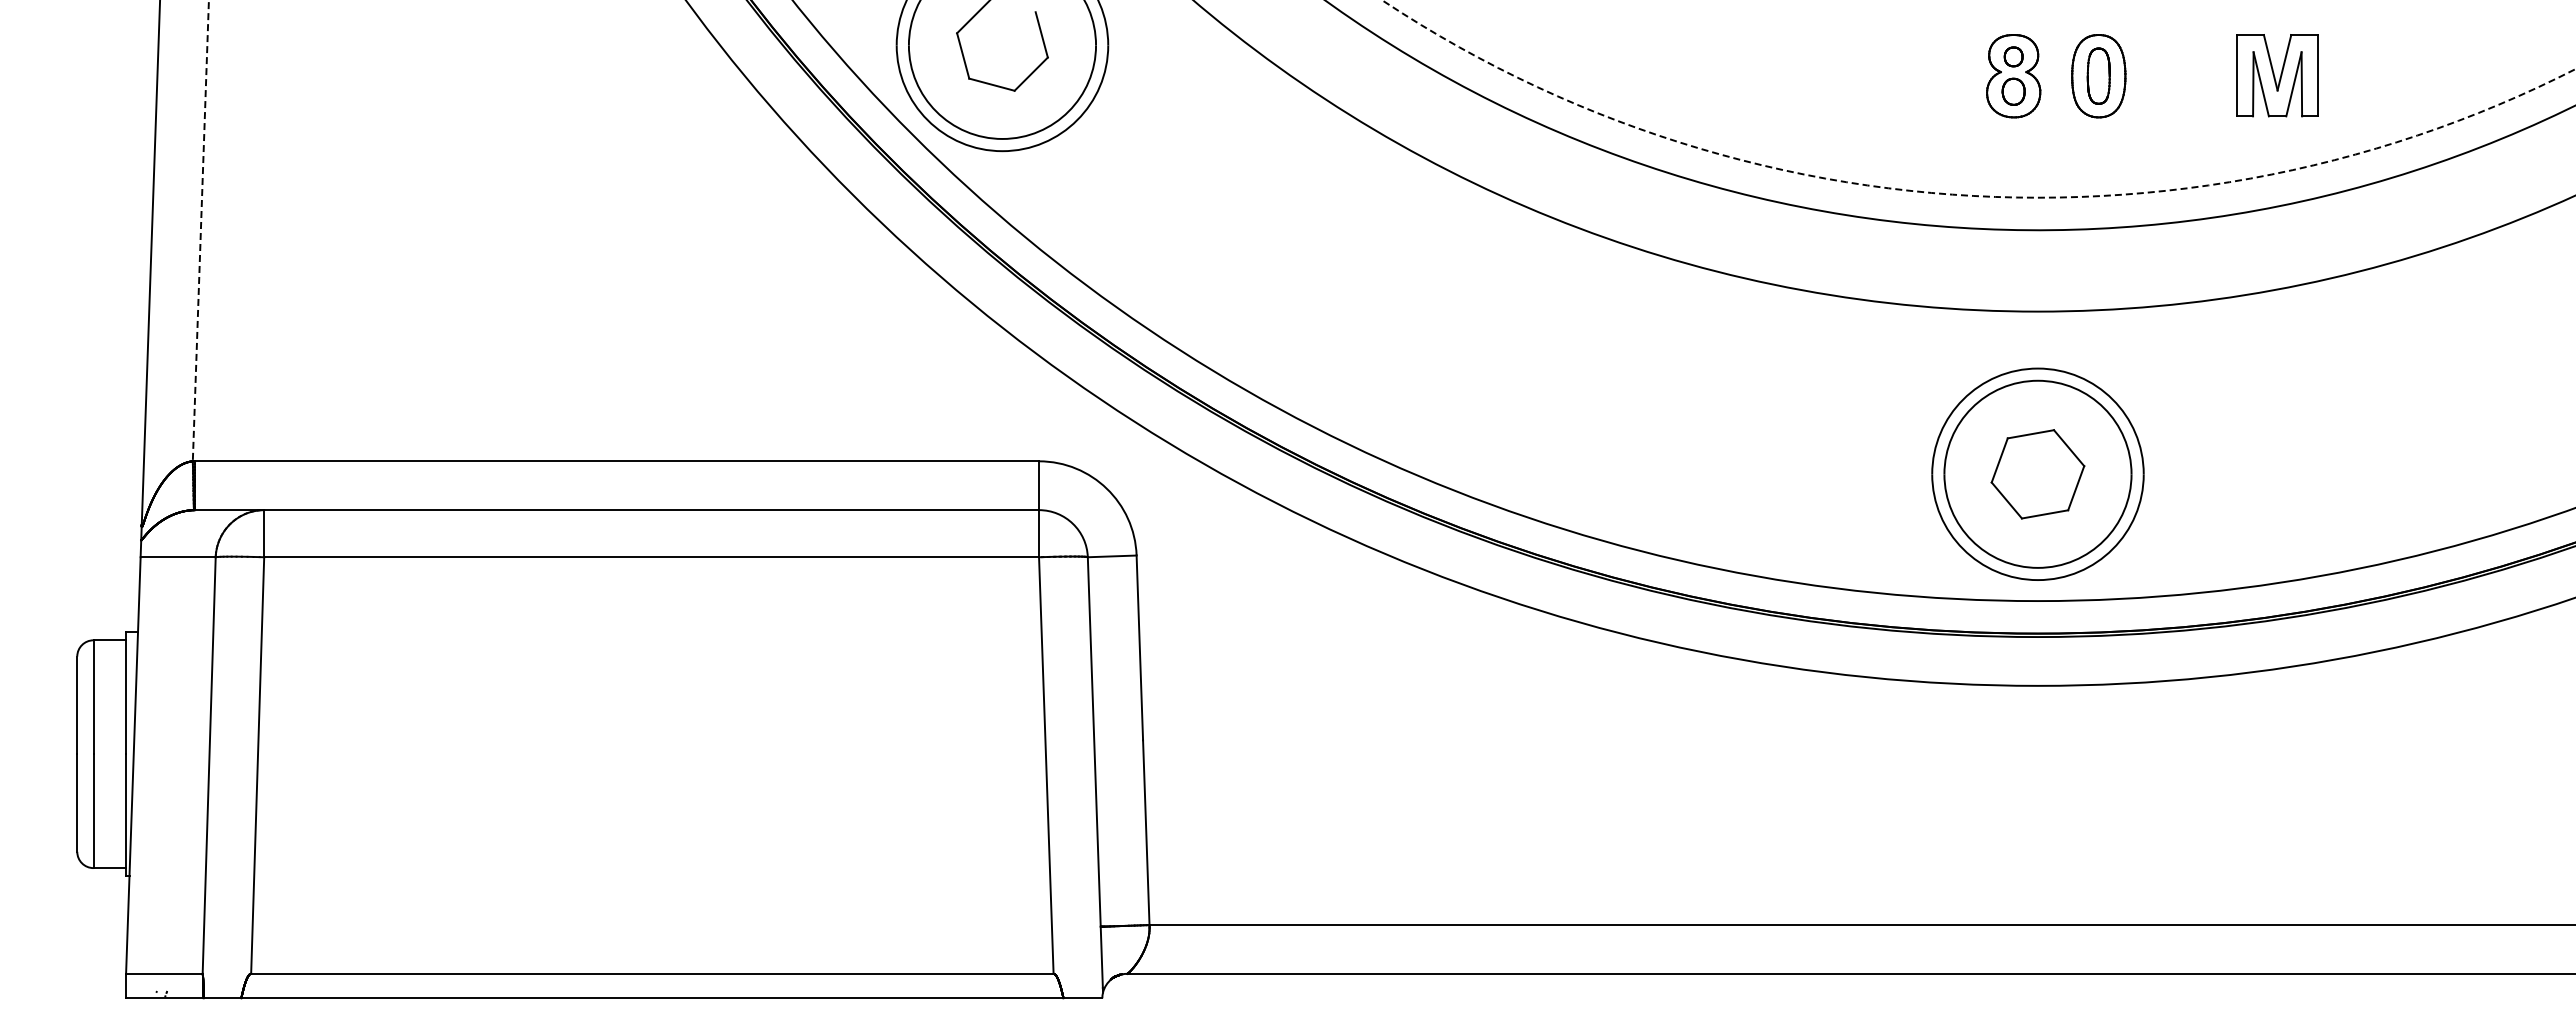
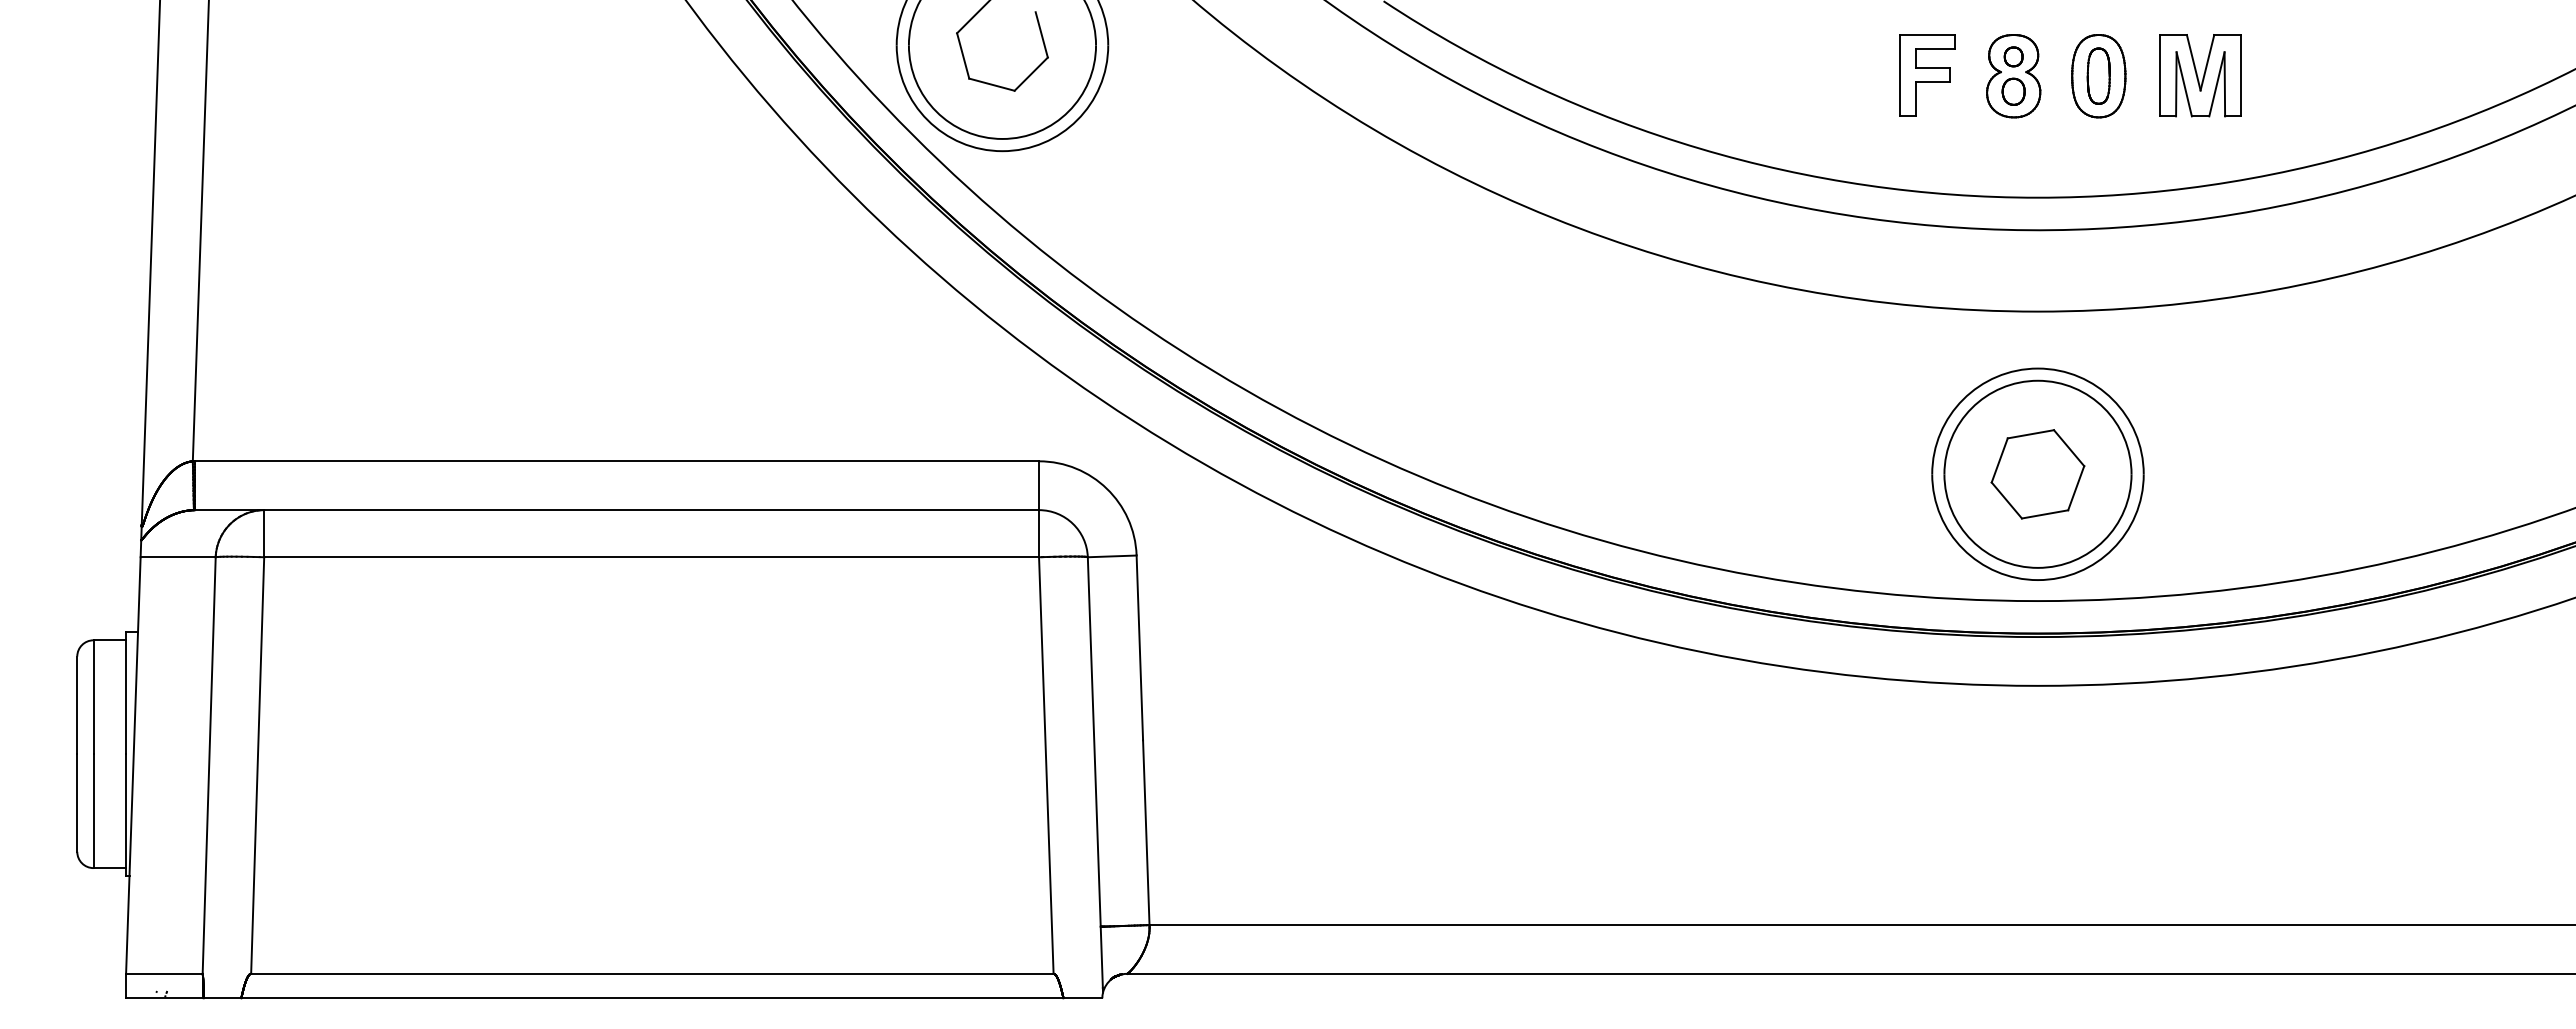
part at (1927, 75): none -> present
part at (2277, 75) position: (2277, 75) -> (2200, 75)
arc at (1970, 195): dashed -> solid
line at (200, 230): dashed -> solid
